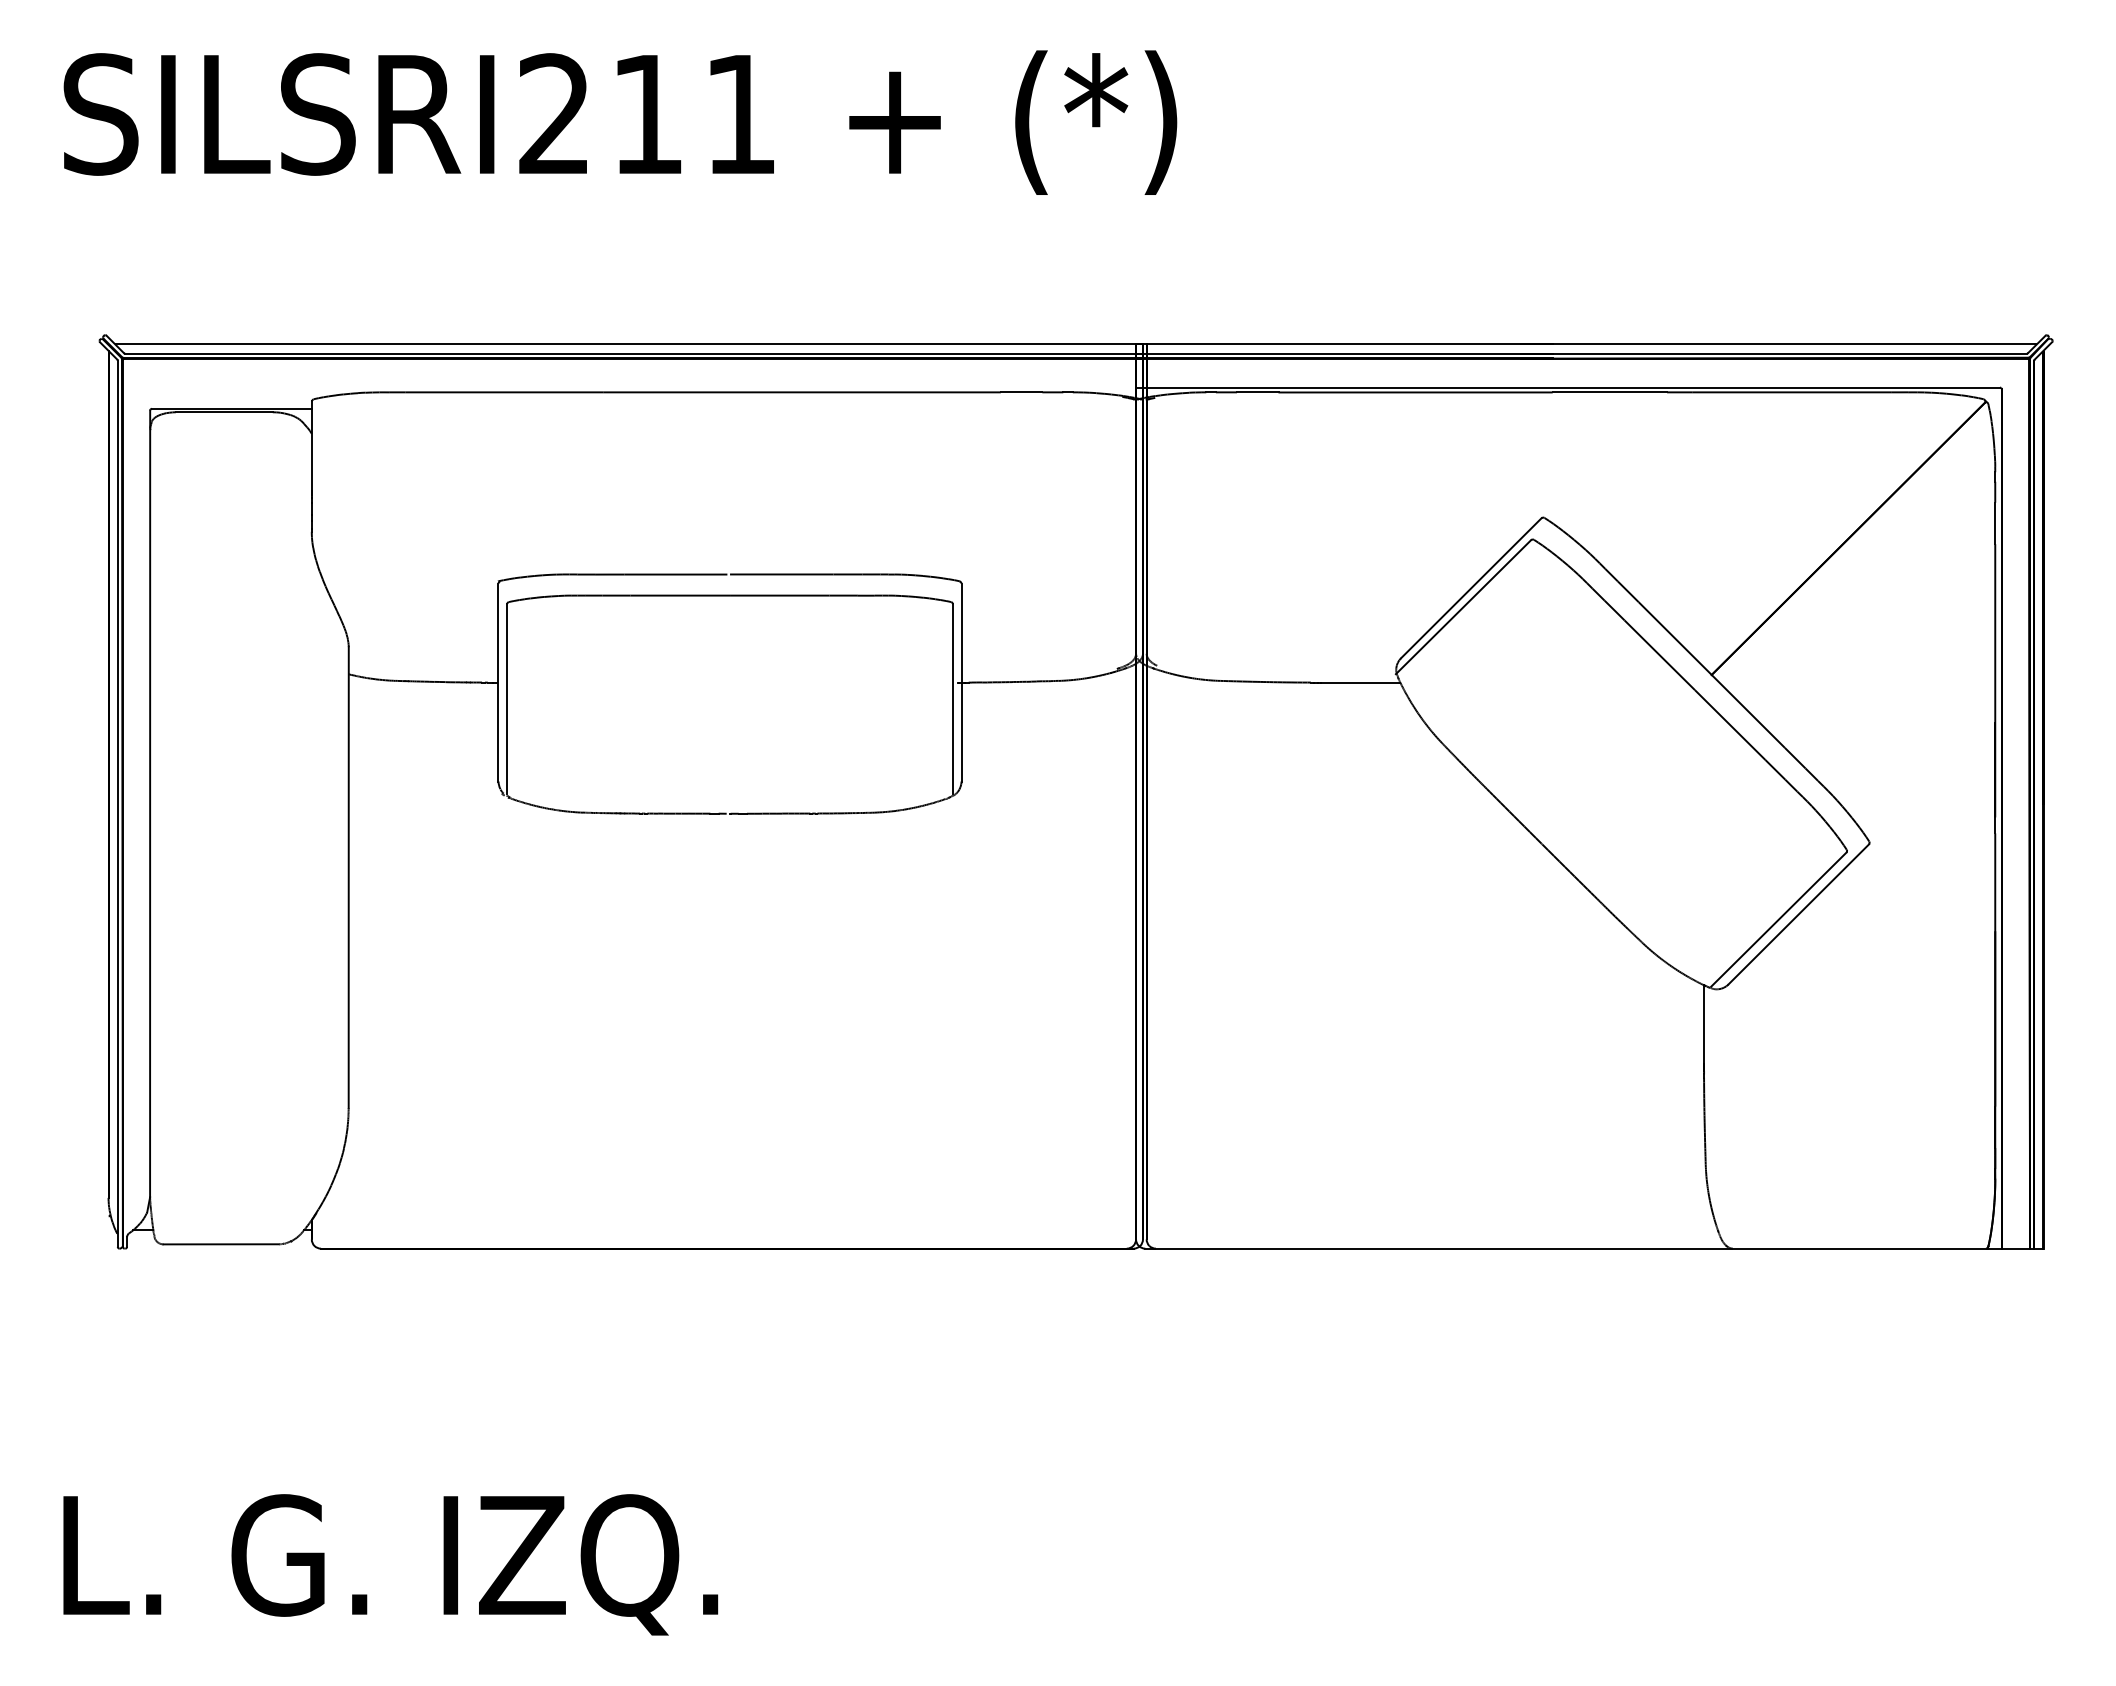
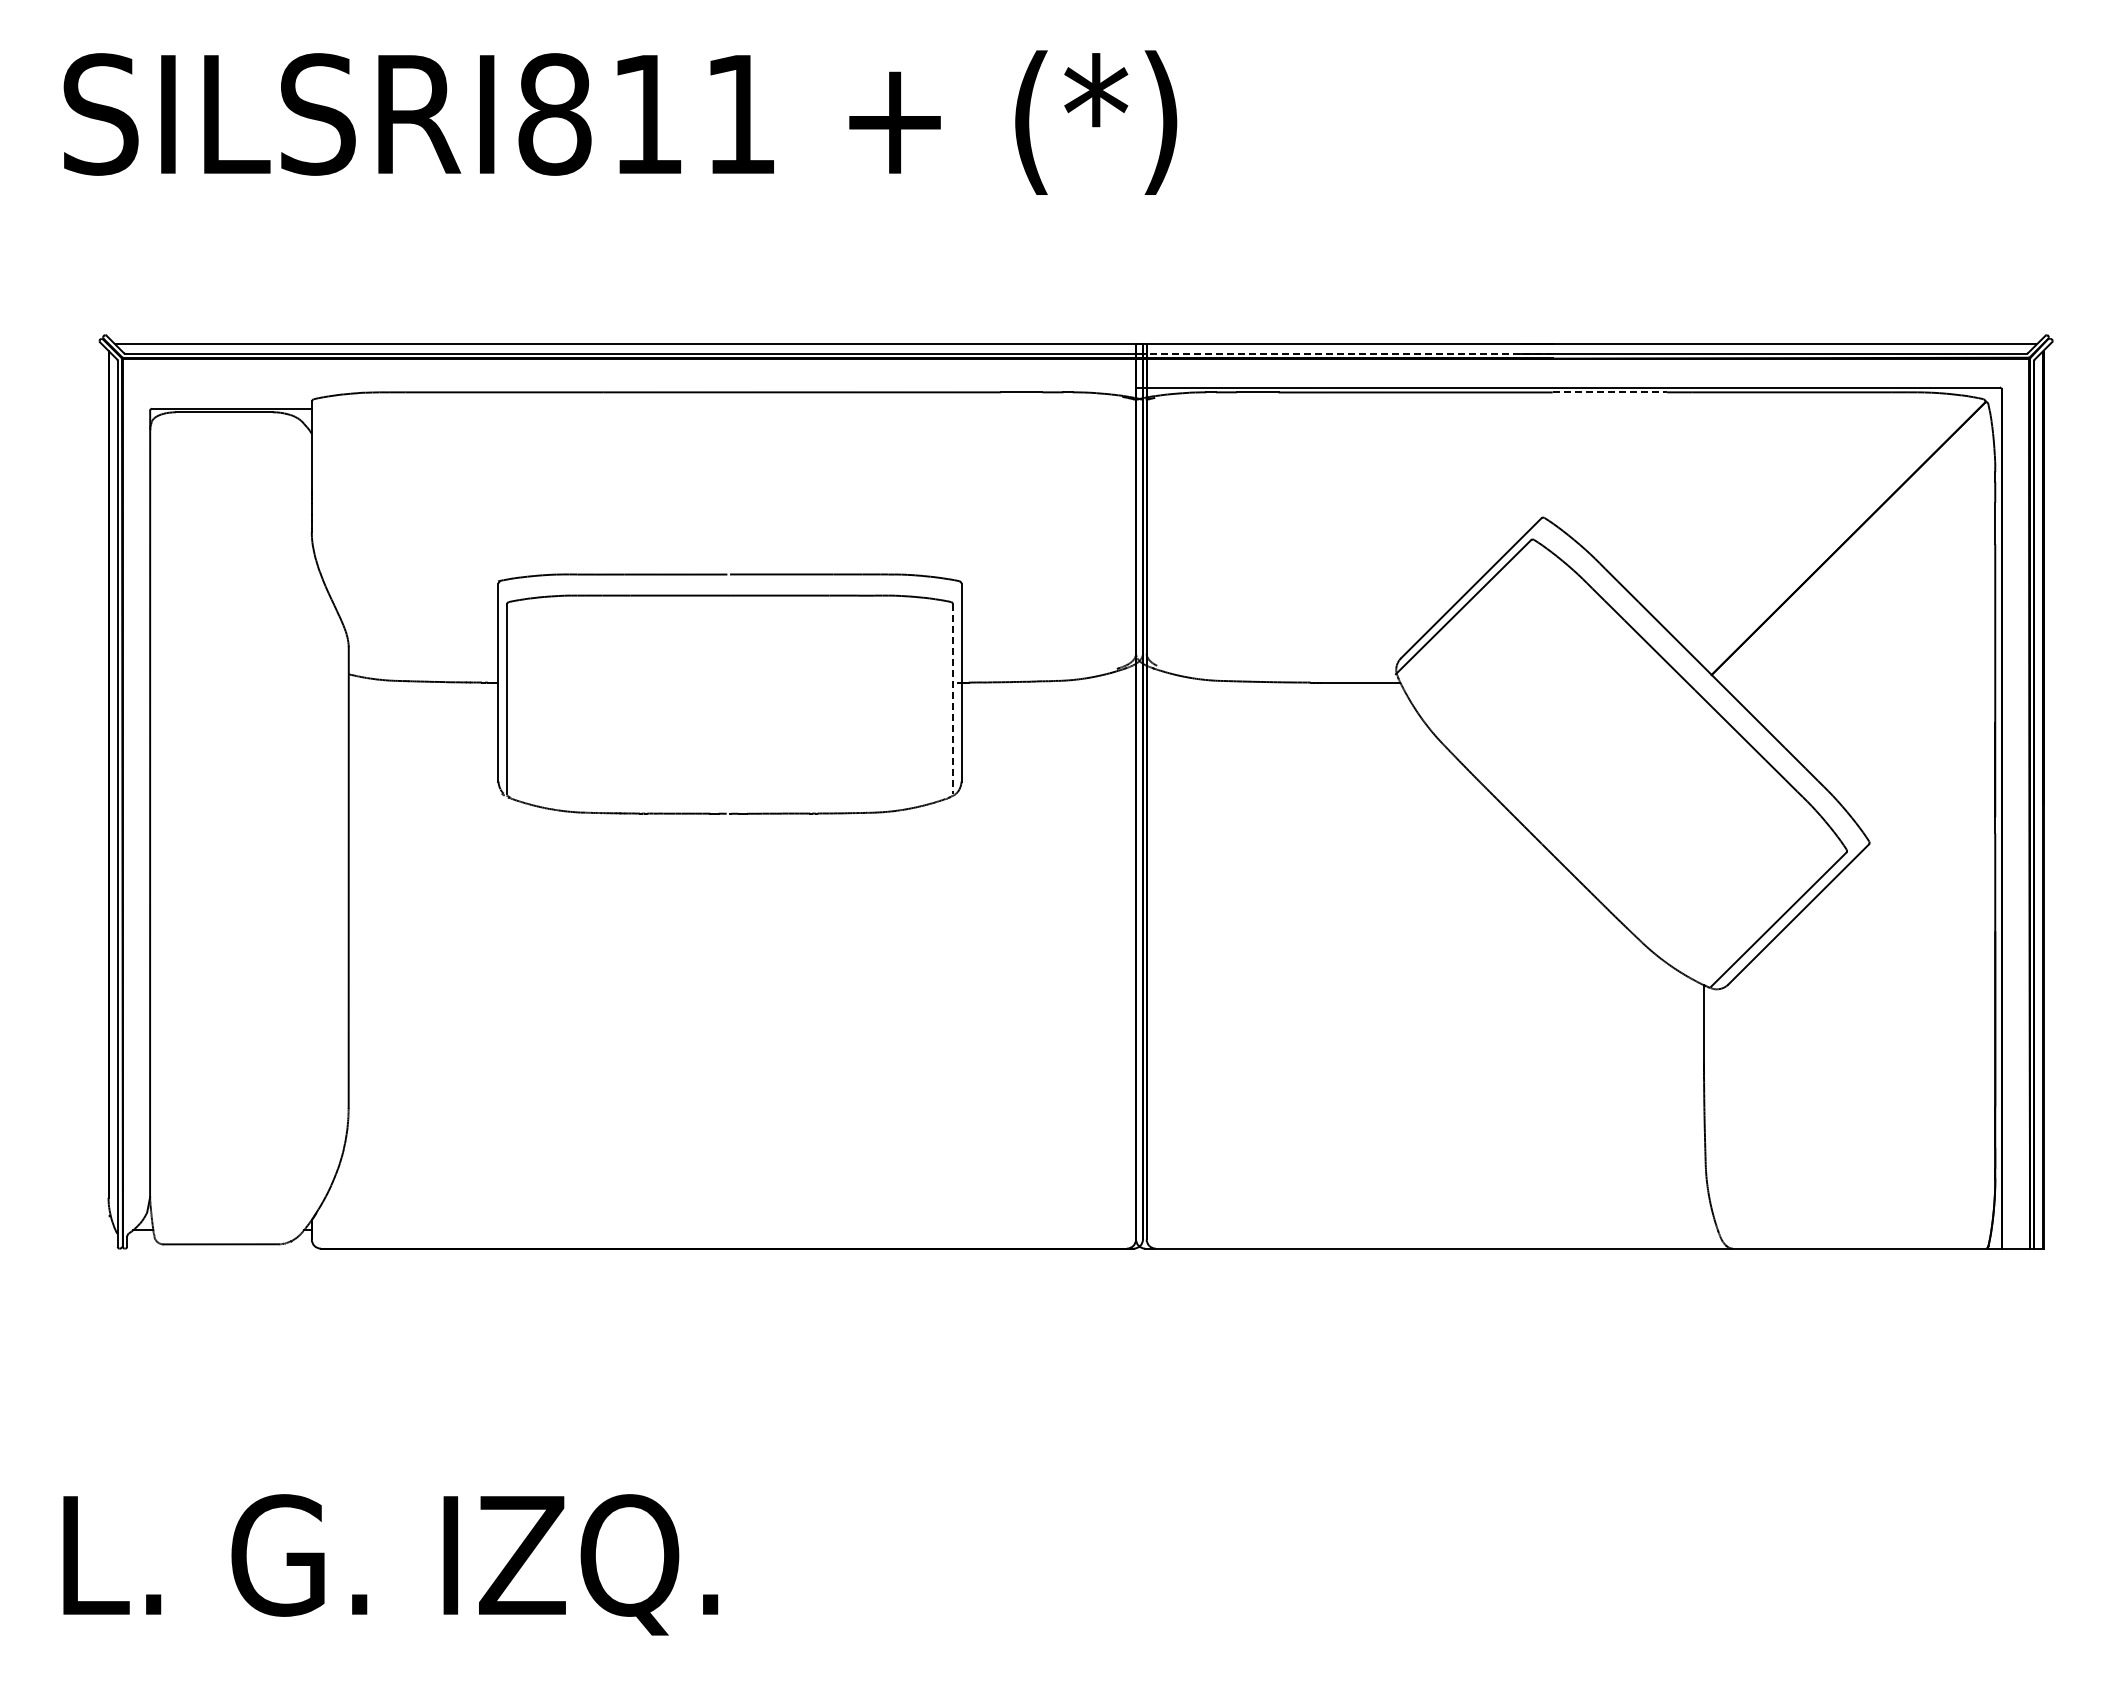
text at (554, 114): SILSRI211 -> SILSRI811
line at (1343, 353): solid -> dashed
line at (1610, 392): solid -> dashed
line at (952, 699): solid -> dashed
